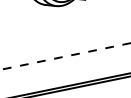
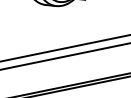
line at (64, 48): none -> present
line at (65, 56): dashed -> solid
